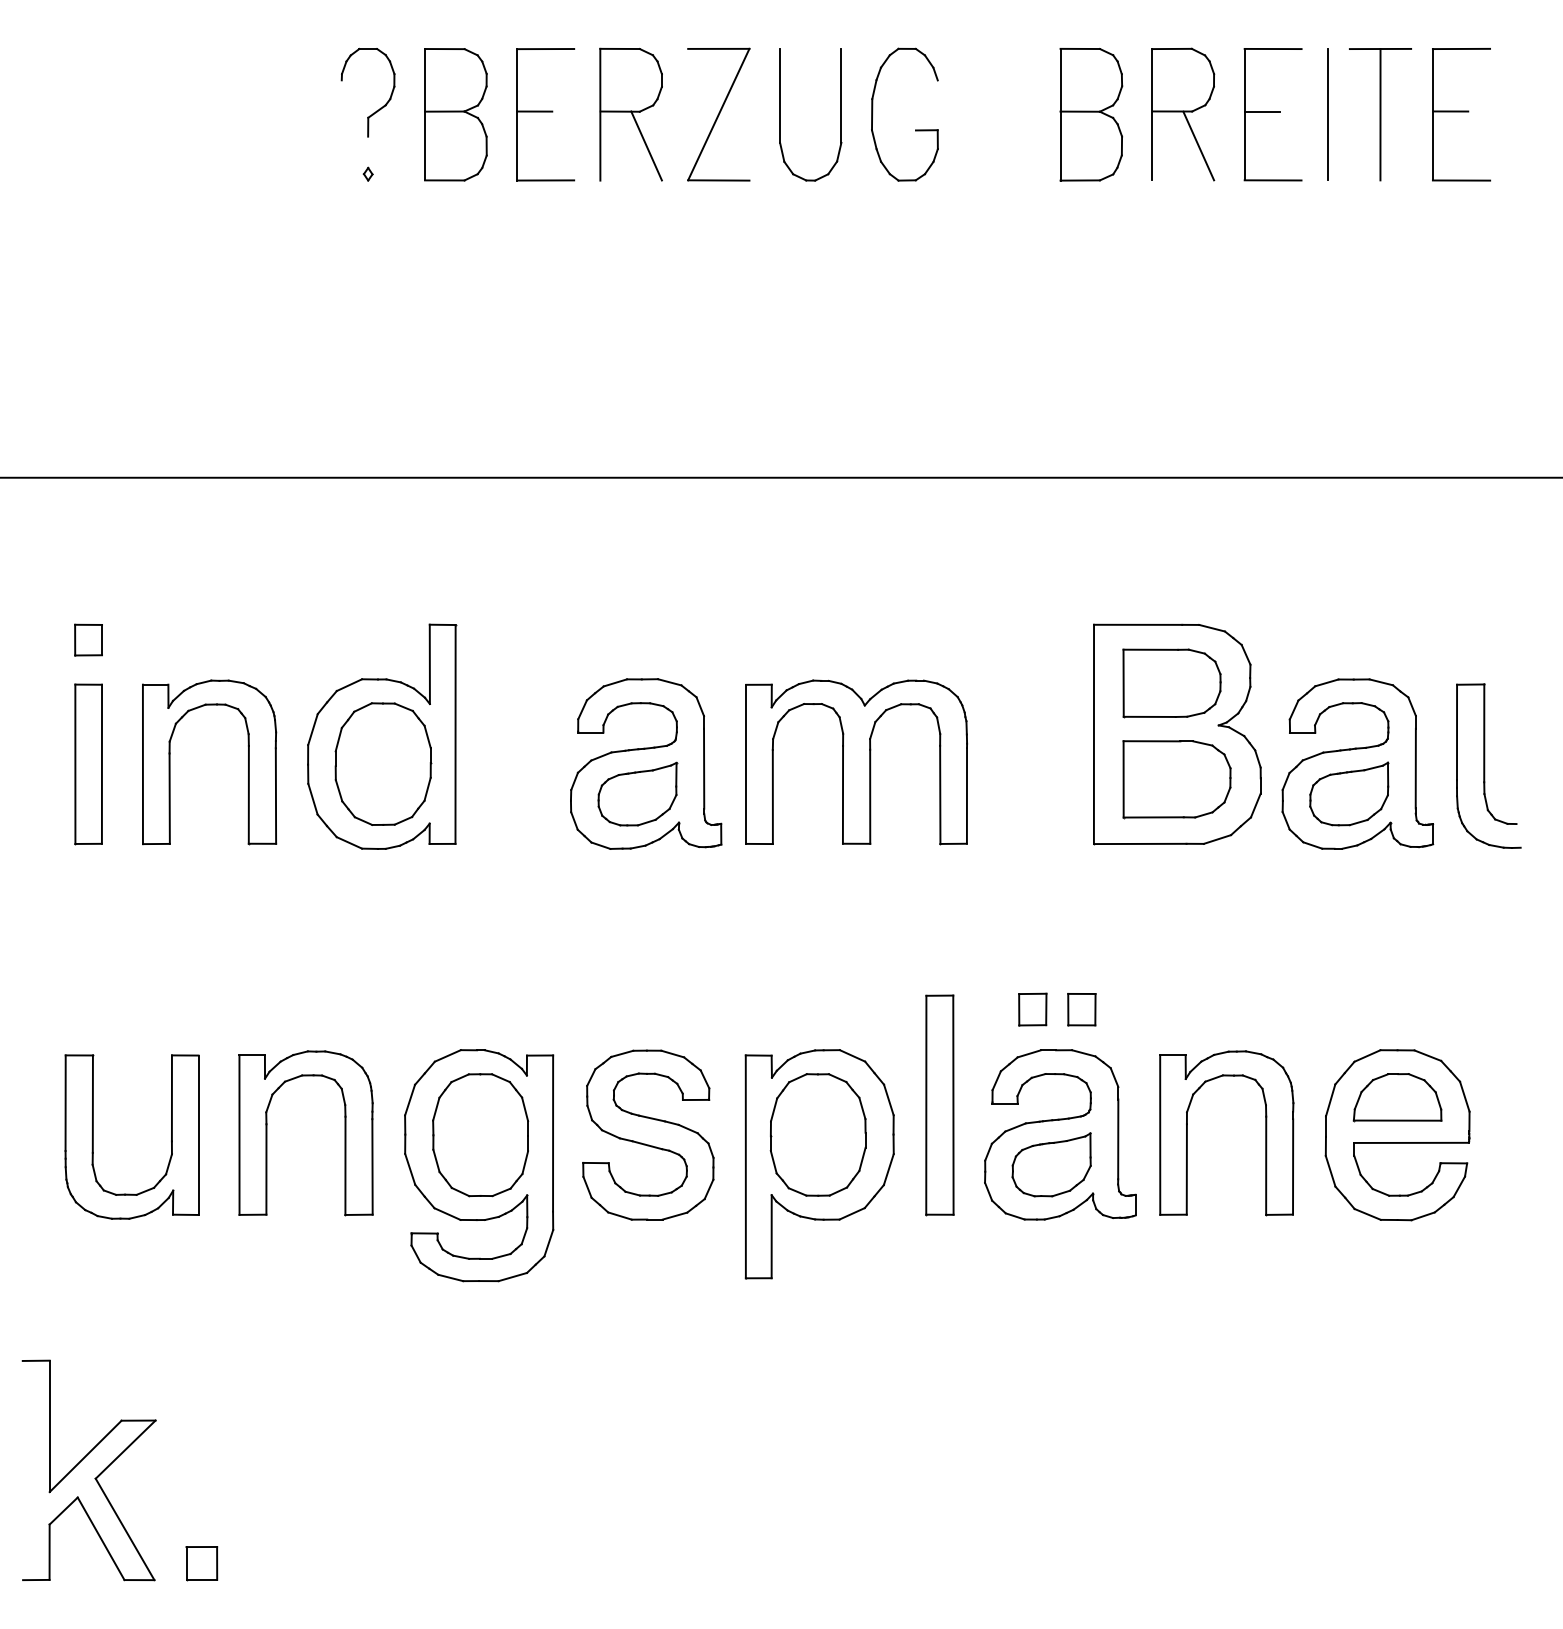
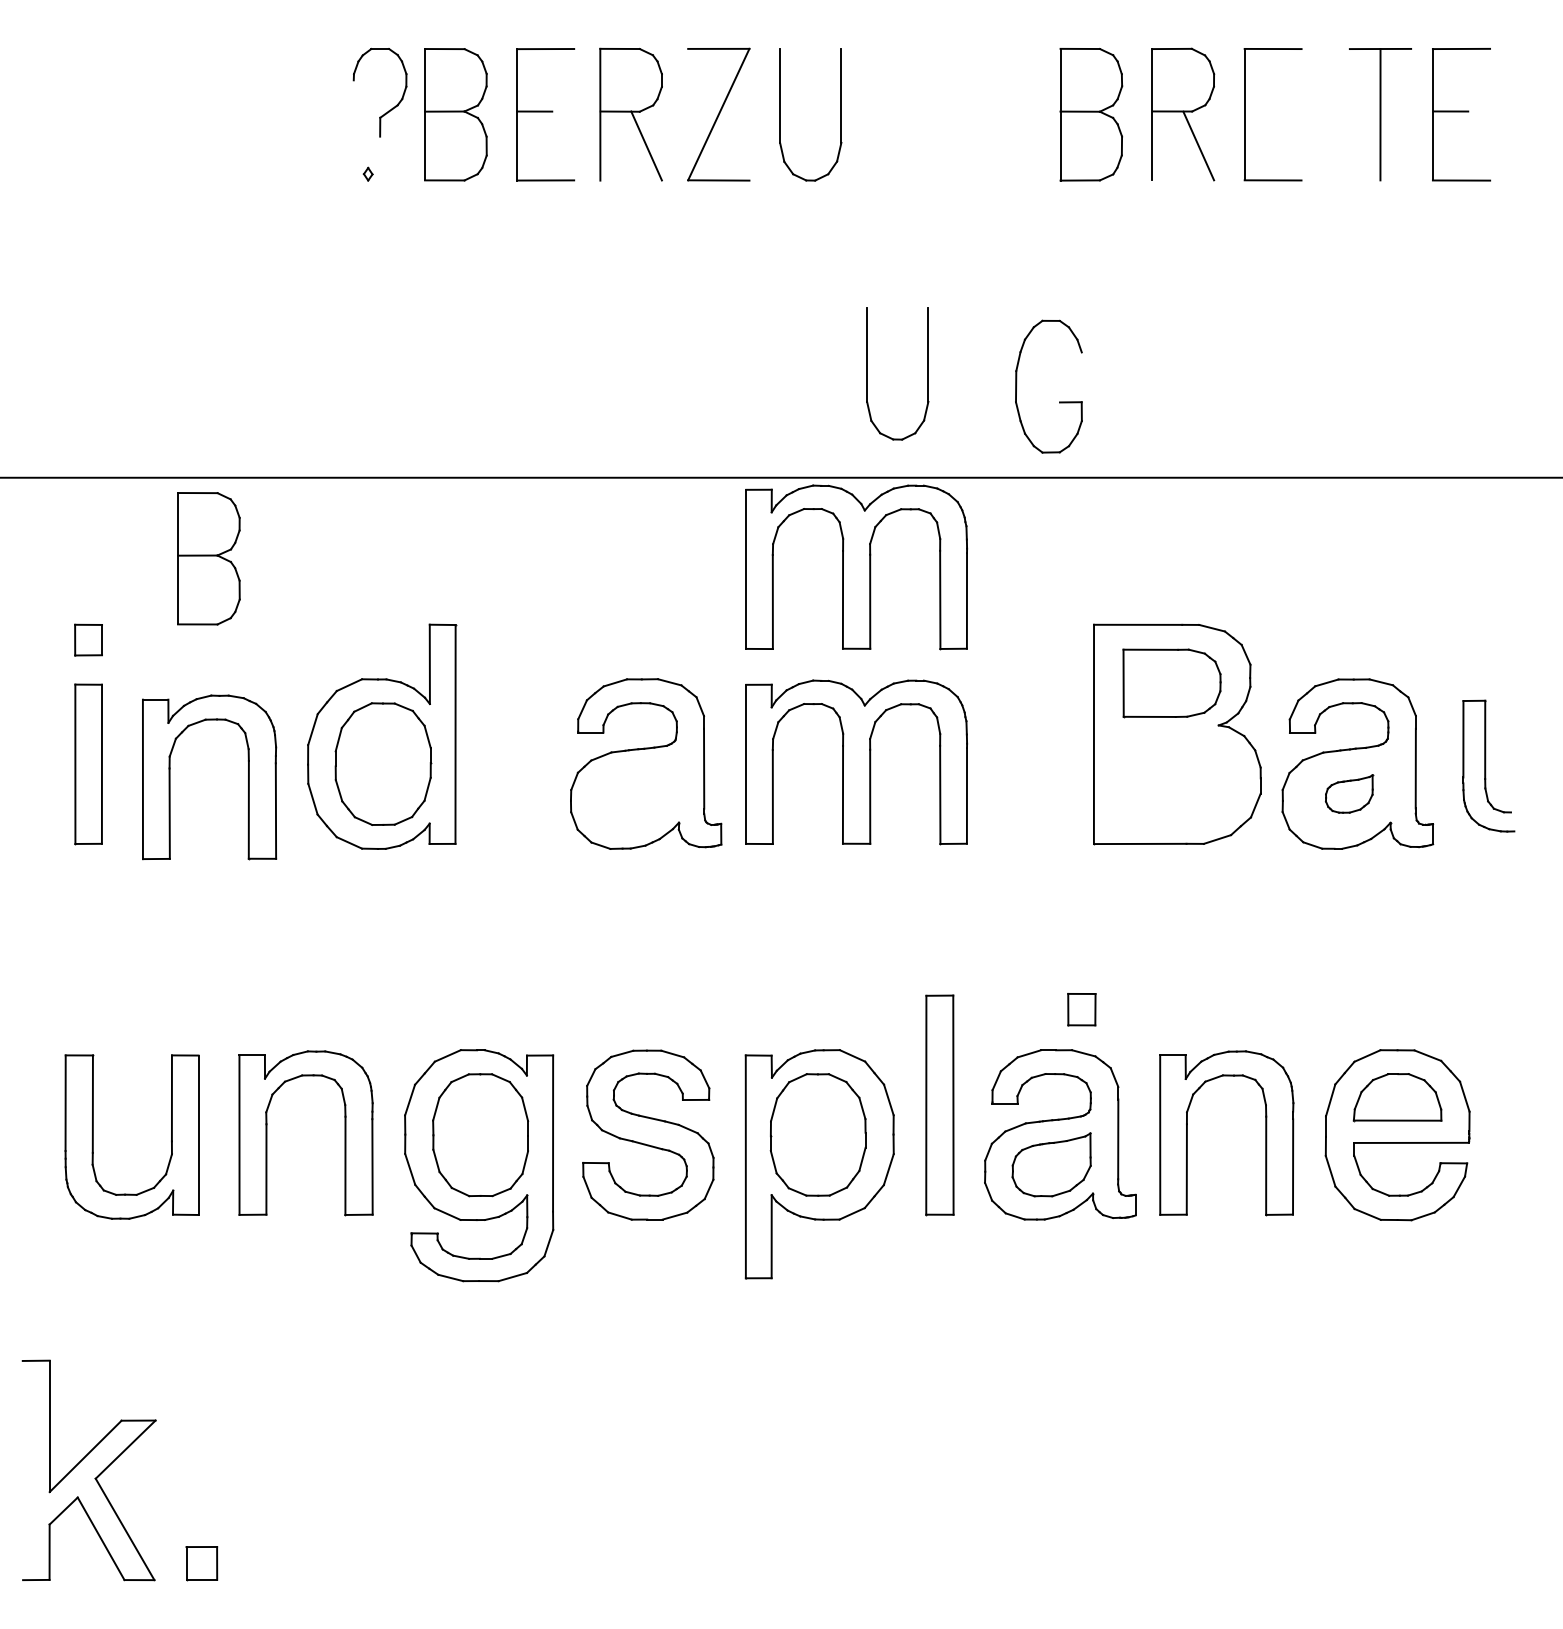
part at (380, 107) position: (380, 107) -> (392, 107)
line at (1261, 111): present -> none
line at (1327, 114): present -> none
part at (915, 129) position: (915, 129) -> (1059, 401)
part at (867, 373): none -> present
part at (208, 558): none -> present
part at (856, 567): none -> present
part at (170, 762) position: (170, 762) -> (170, 777)
part at (1488, 765) size: 66x166 px -> 54x134 px
part at (1176, 779): present -> none
part at (637, 793): present -> none
part at (1349, 793) size: 81x66 px -> 50x40 px
part at (1032, 1009): present -> none
